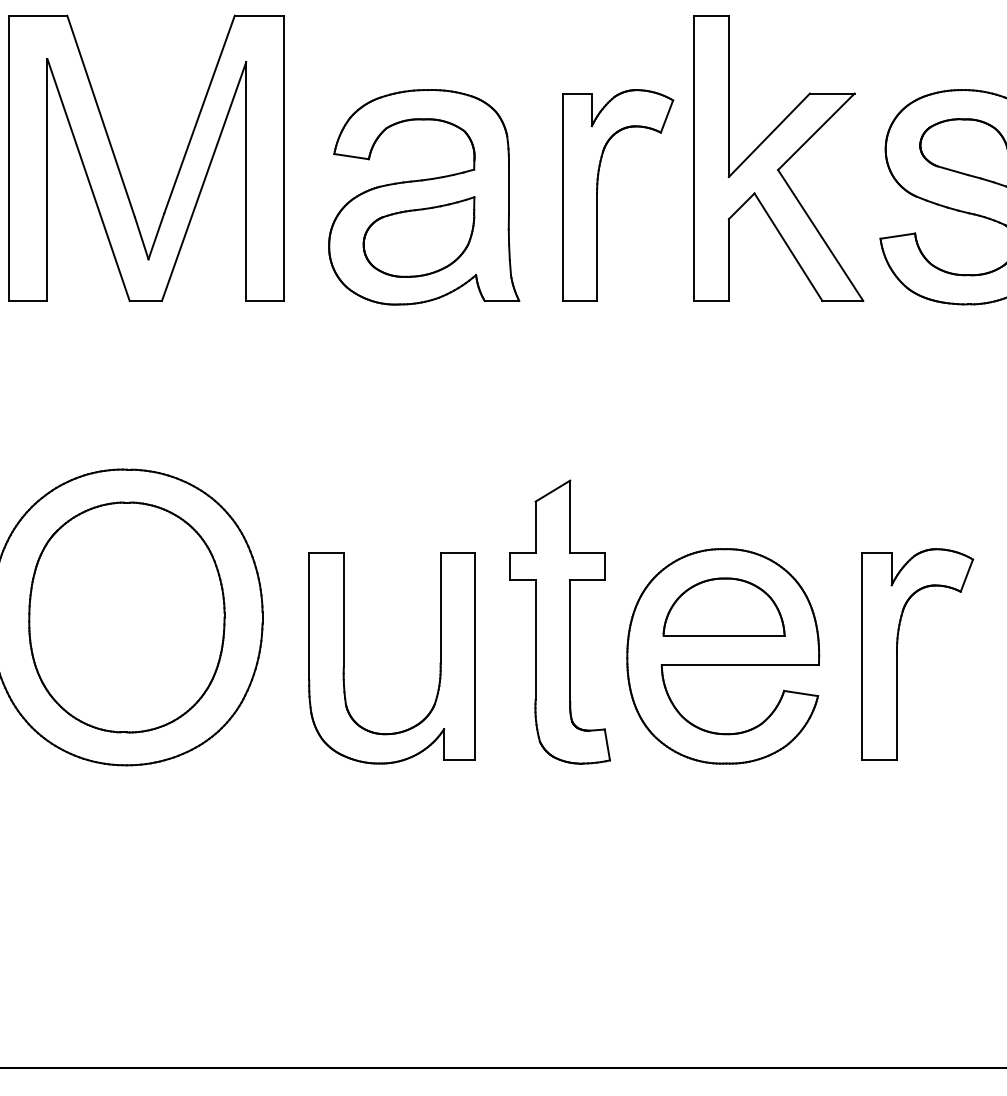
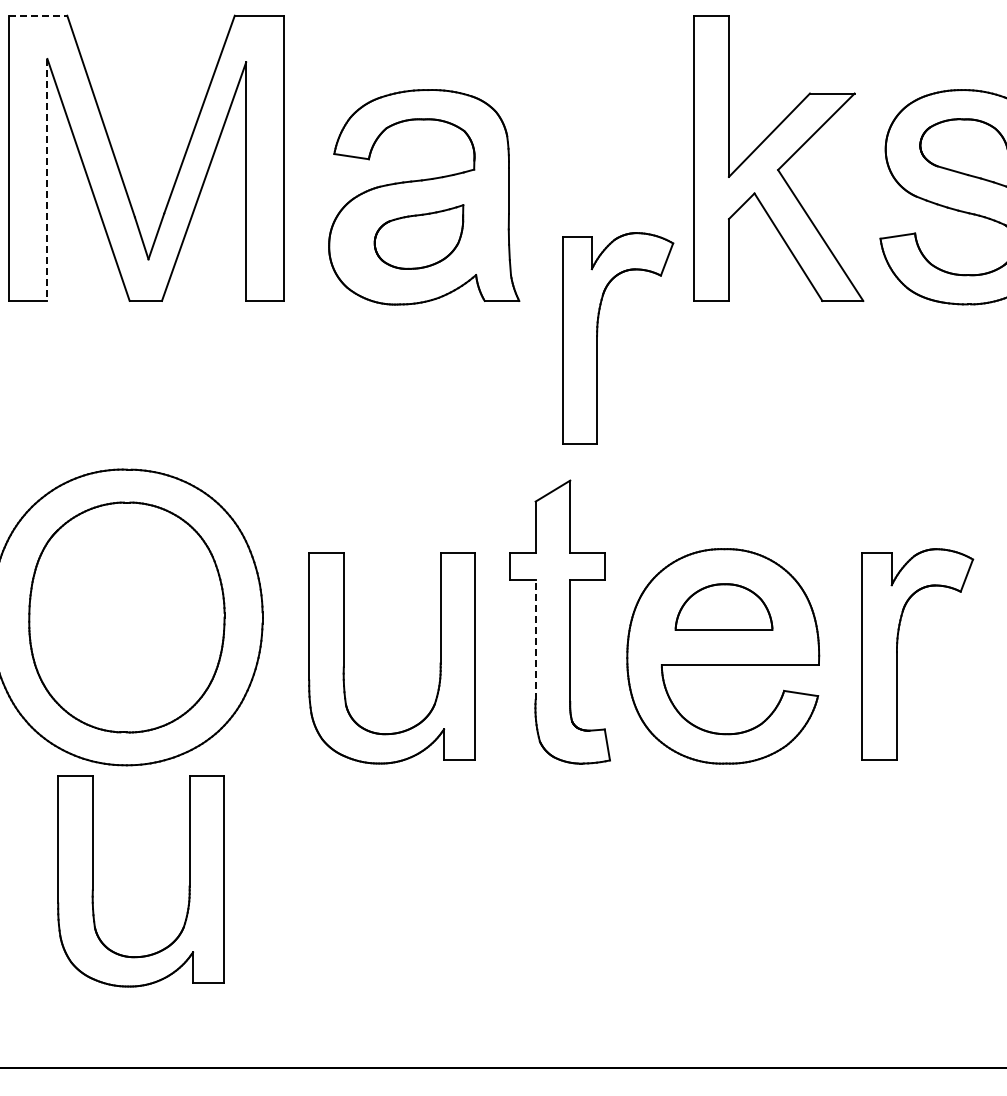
line at (38, 15): solid -> dashed
line at (47, 179): solid -> dashed
part at (598, 189) position: (598, 189) -> (598, 332)
part at (418, 236) size: 114x82 px -> 92x66 px
part at (723, 606) size: 124x60 px -> 100x48 px
line at (535, 640): solid -> dashed
part at (93, 881): none -> present
